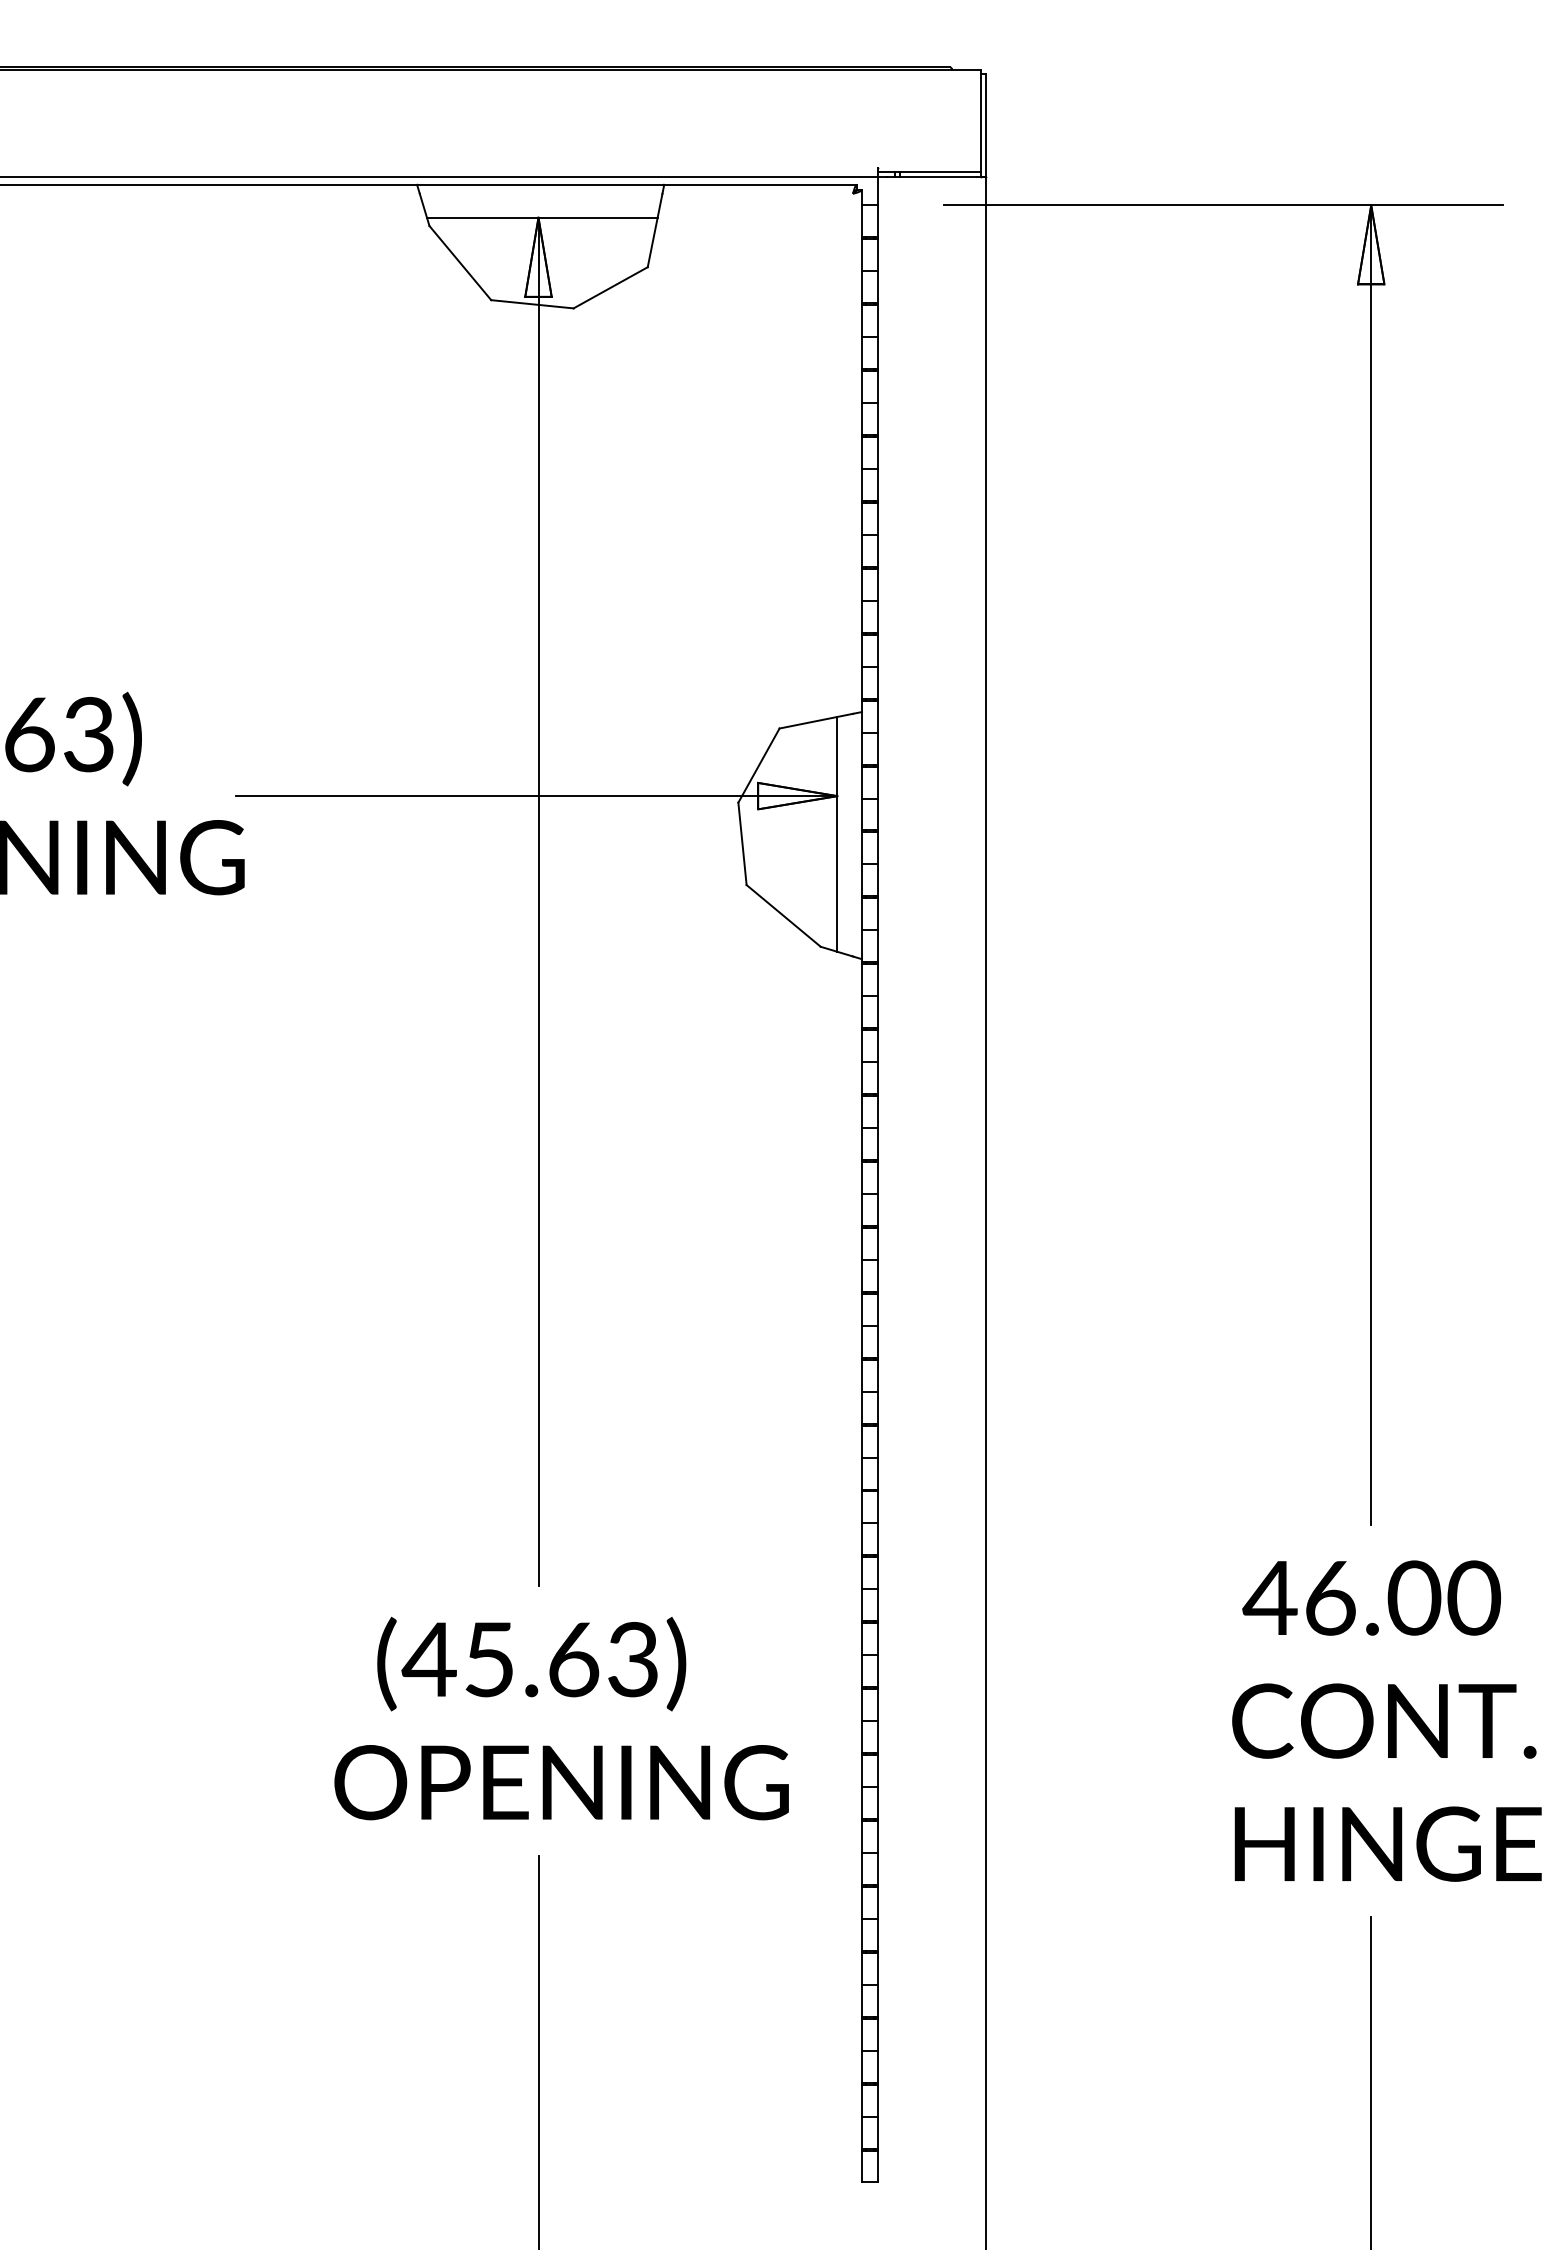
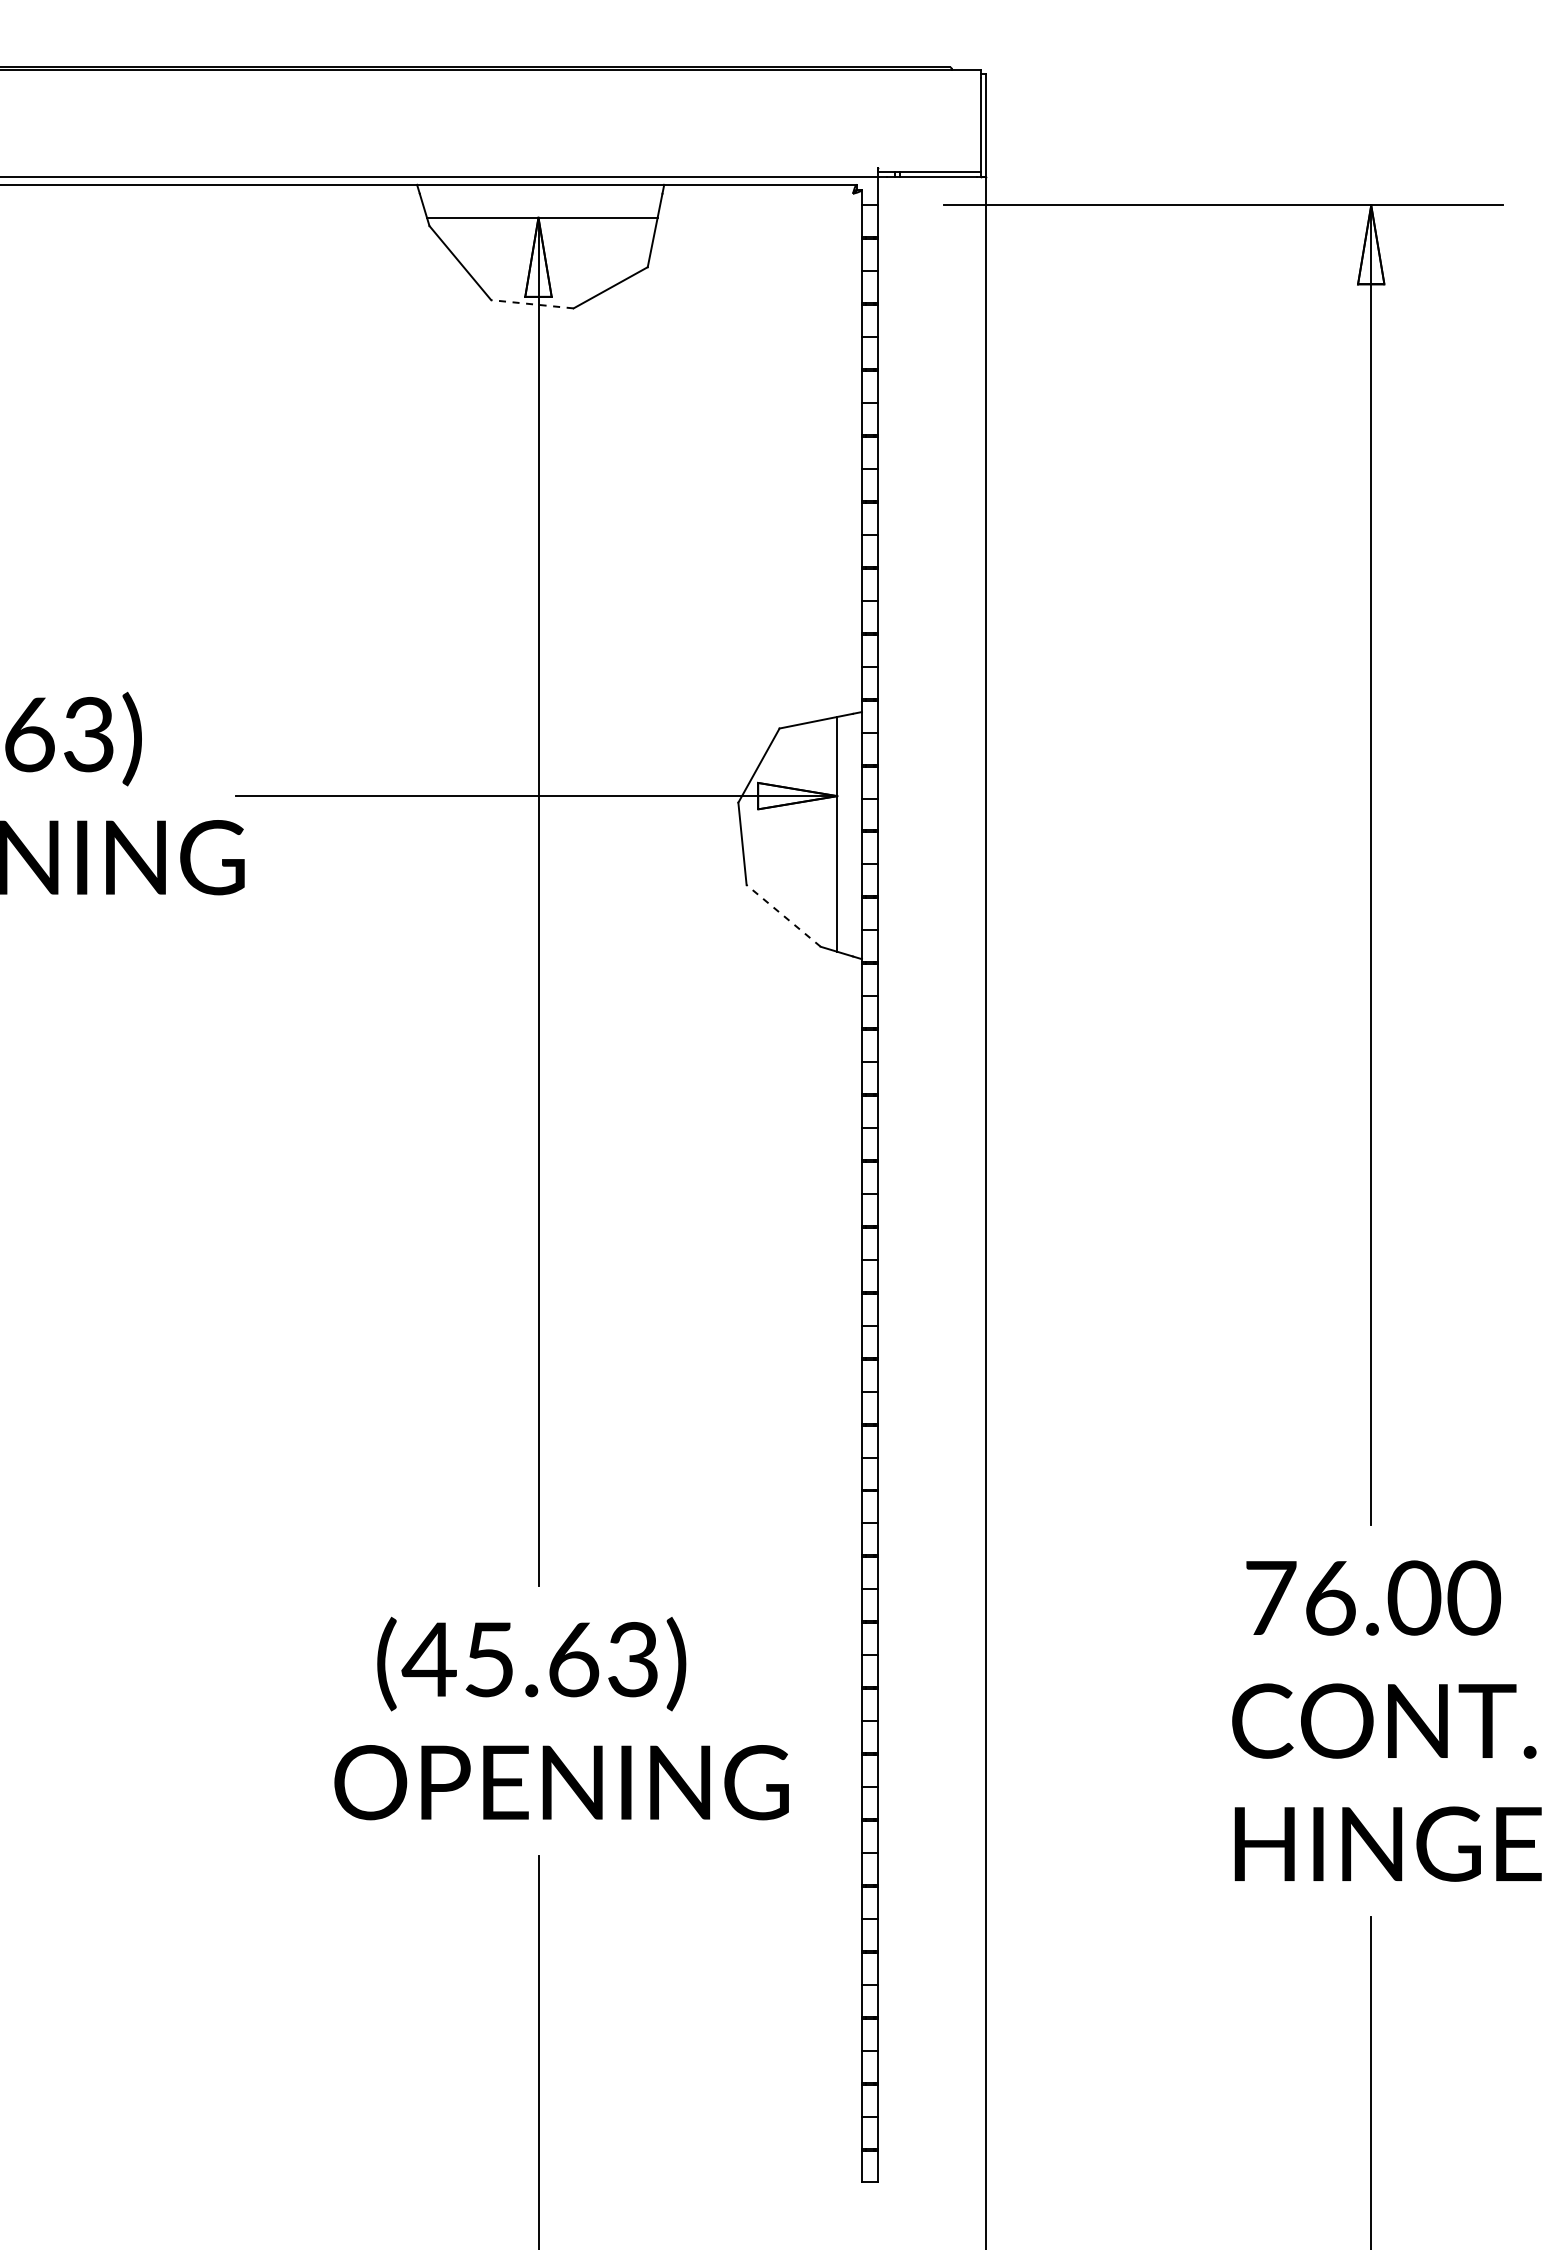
line at (531, 304): solid -> dashed
line at (783, 915): solid -> dashed
text at (1269, 1597): 46.00 -> 76.00
